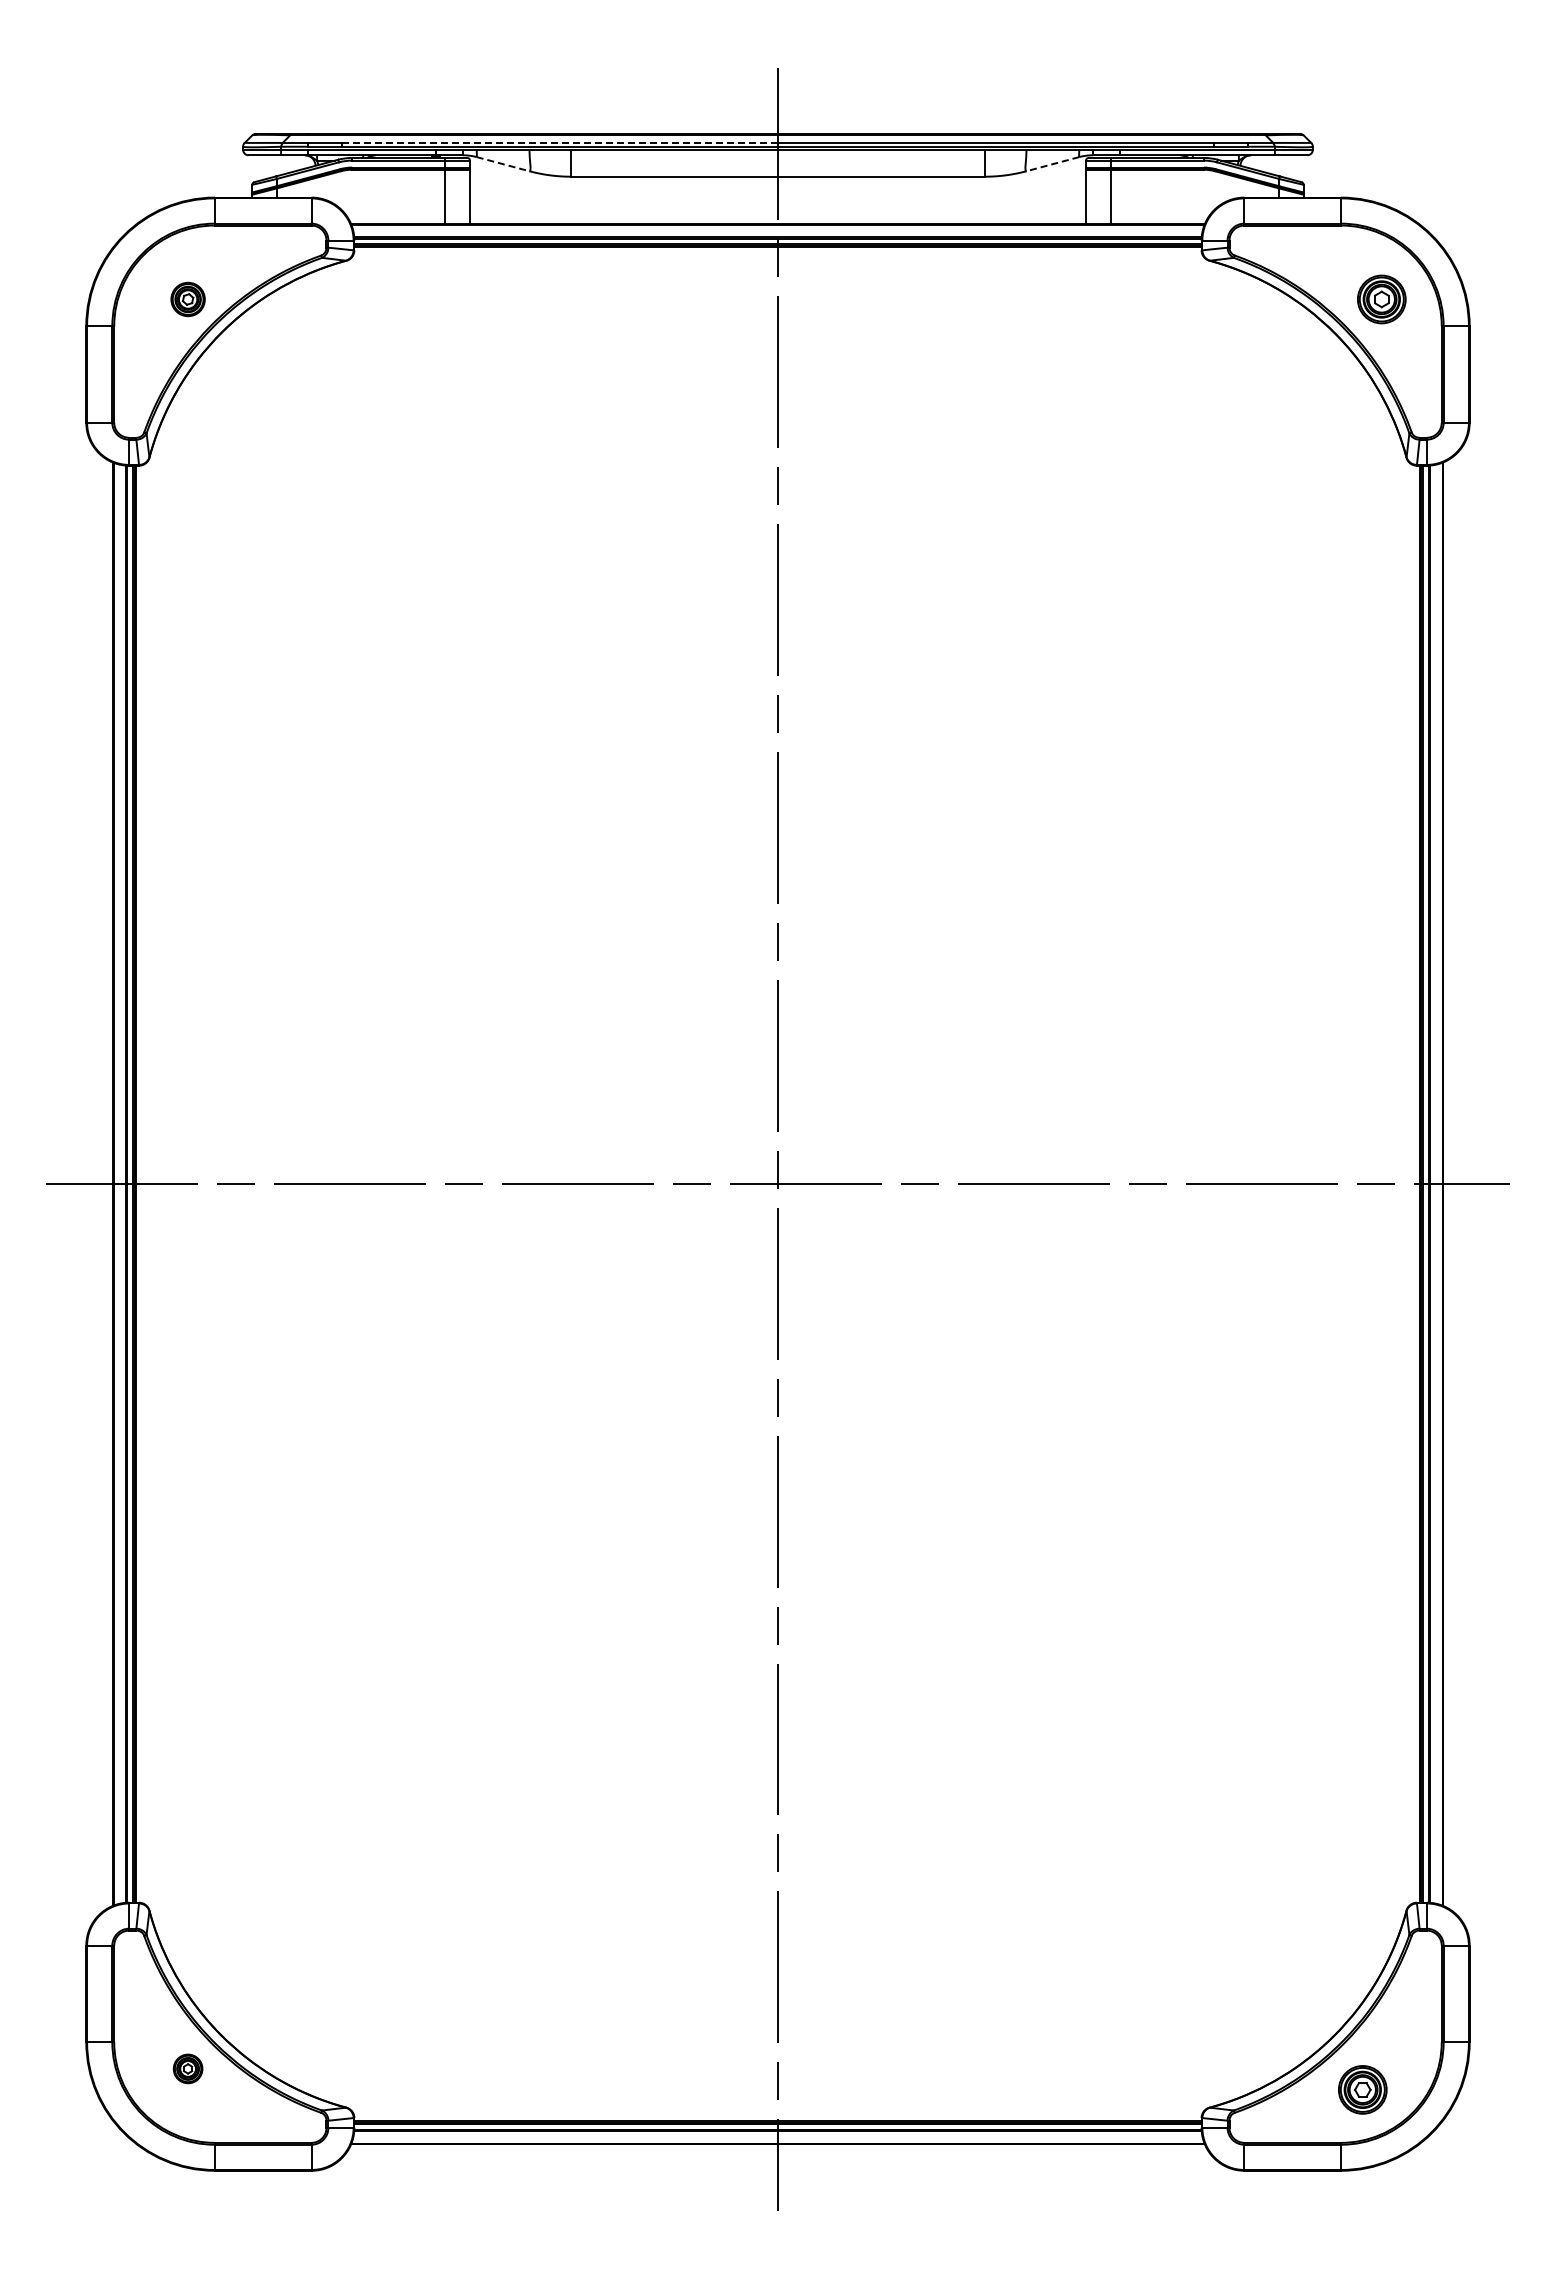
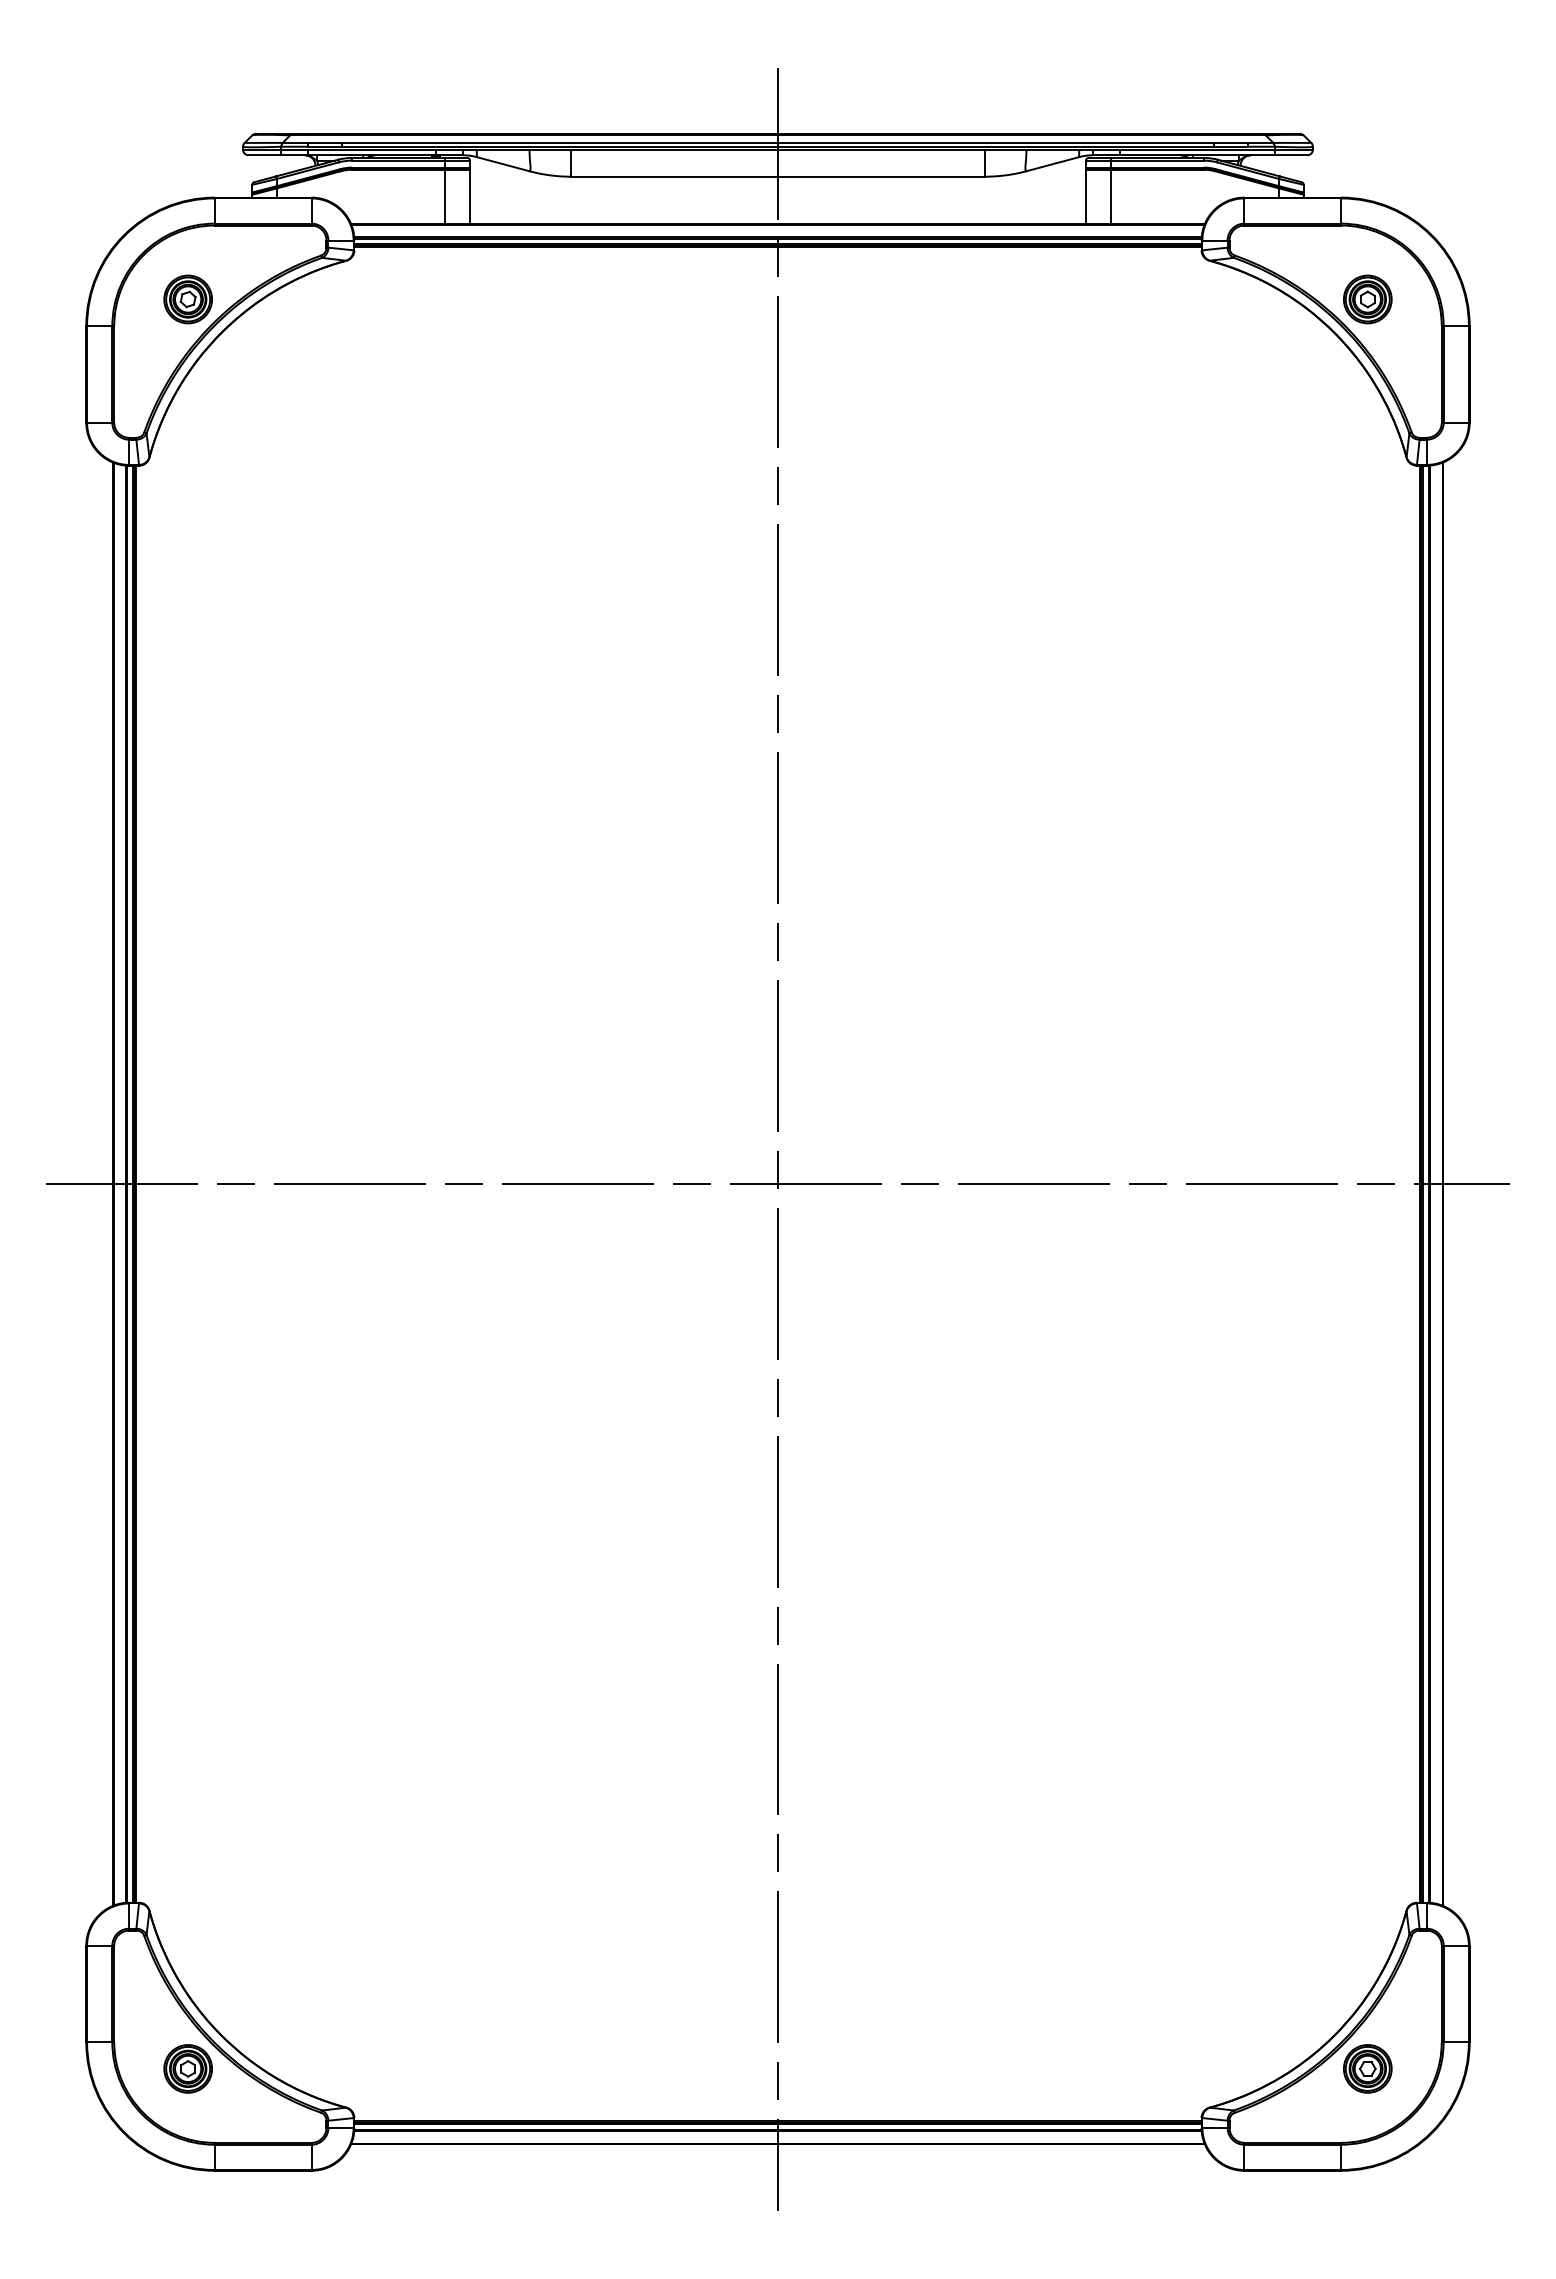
line at (560, 142): dashed -> solid
line at (503, 164): dashed -> solid
line at (1052, 164): dashed -> solid
part at (187, 299) size: 36x37 px -> 50x51 px
part at (1381, 299) position: (1381, 299) -> (1367, 299)
part at (187, 2068) size: 32x32 px -> 50x50 px
part at (1362, 2089) position: (1362, 2089) -> (1367, 2068)
